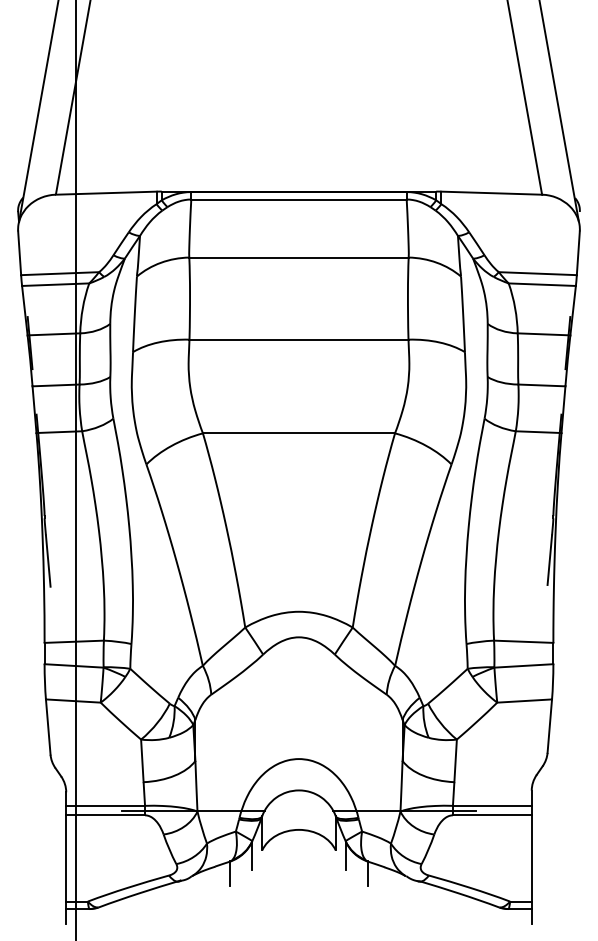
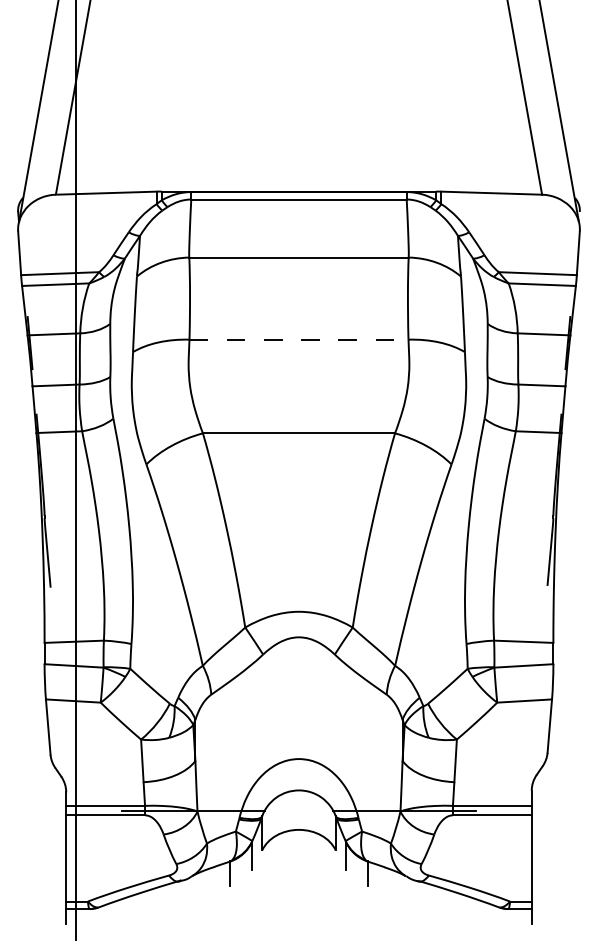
line at (299, 339): solid -> dashed
